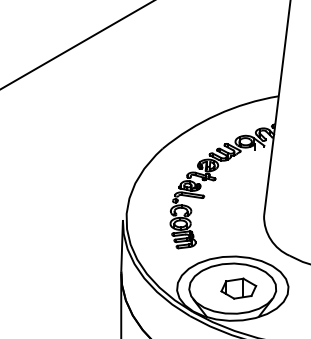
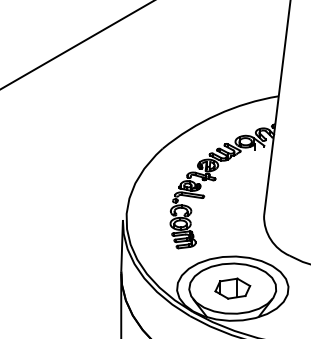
part at (238, 288) position: (238, 288) -> (232, 288)
